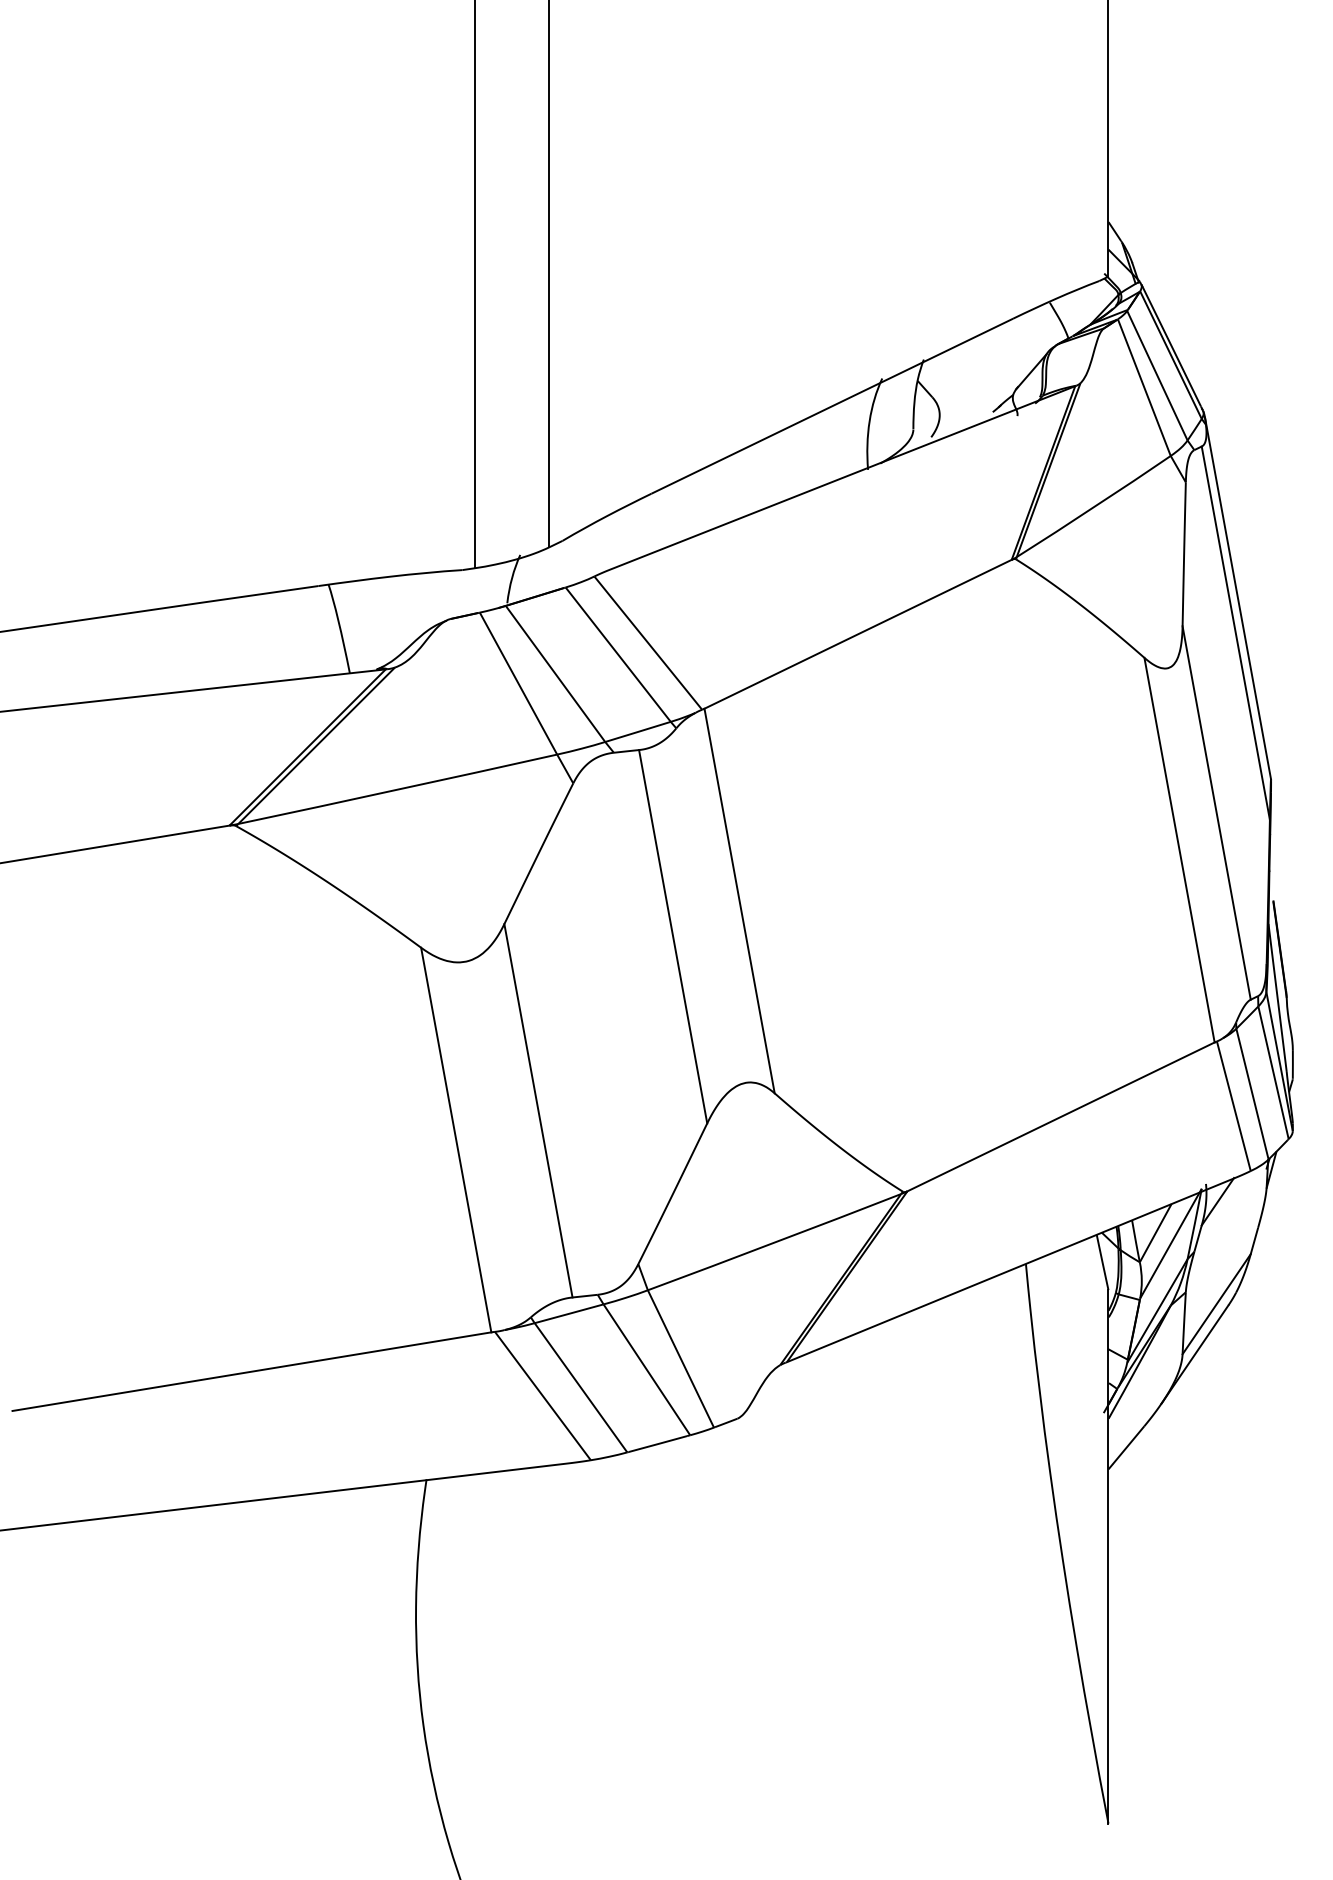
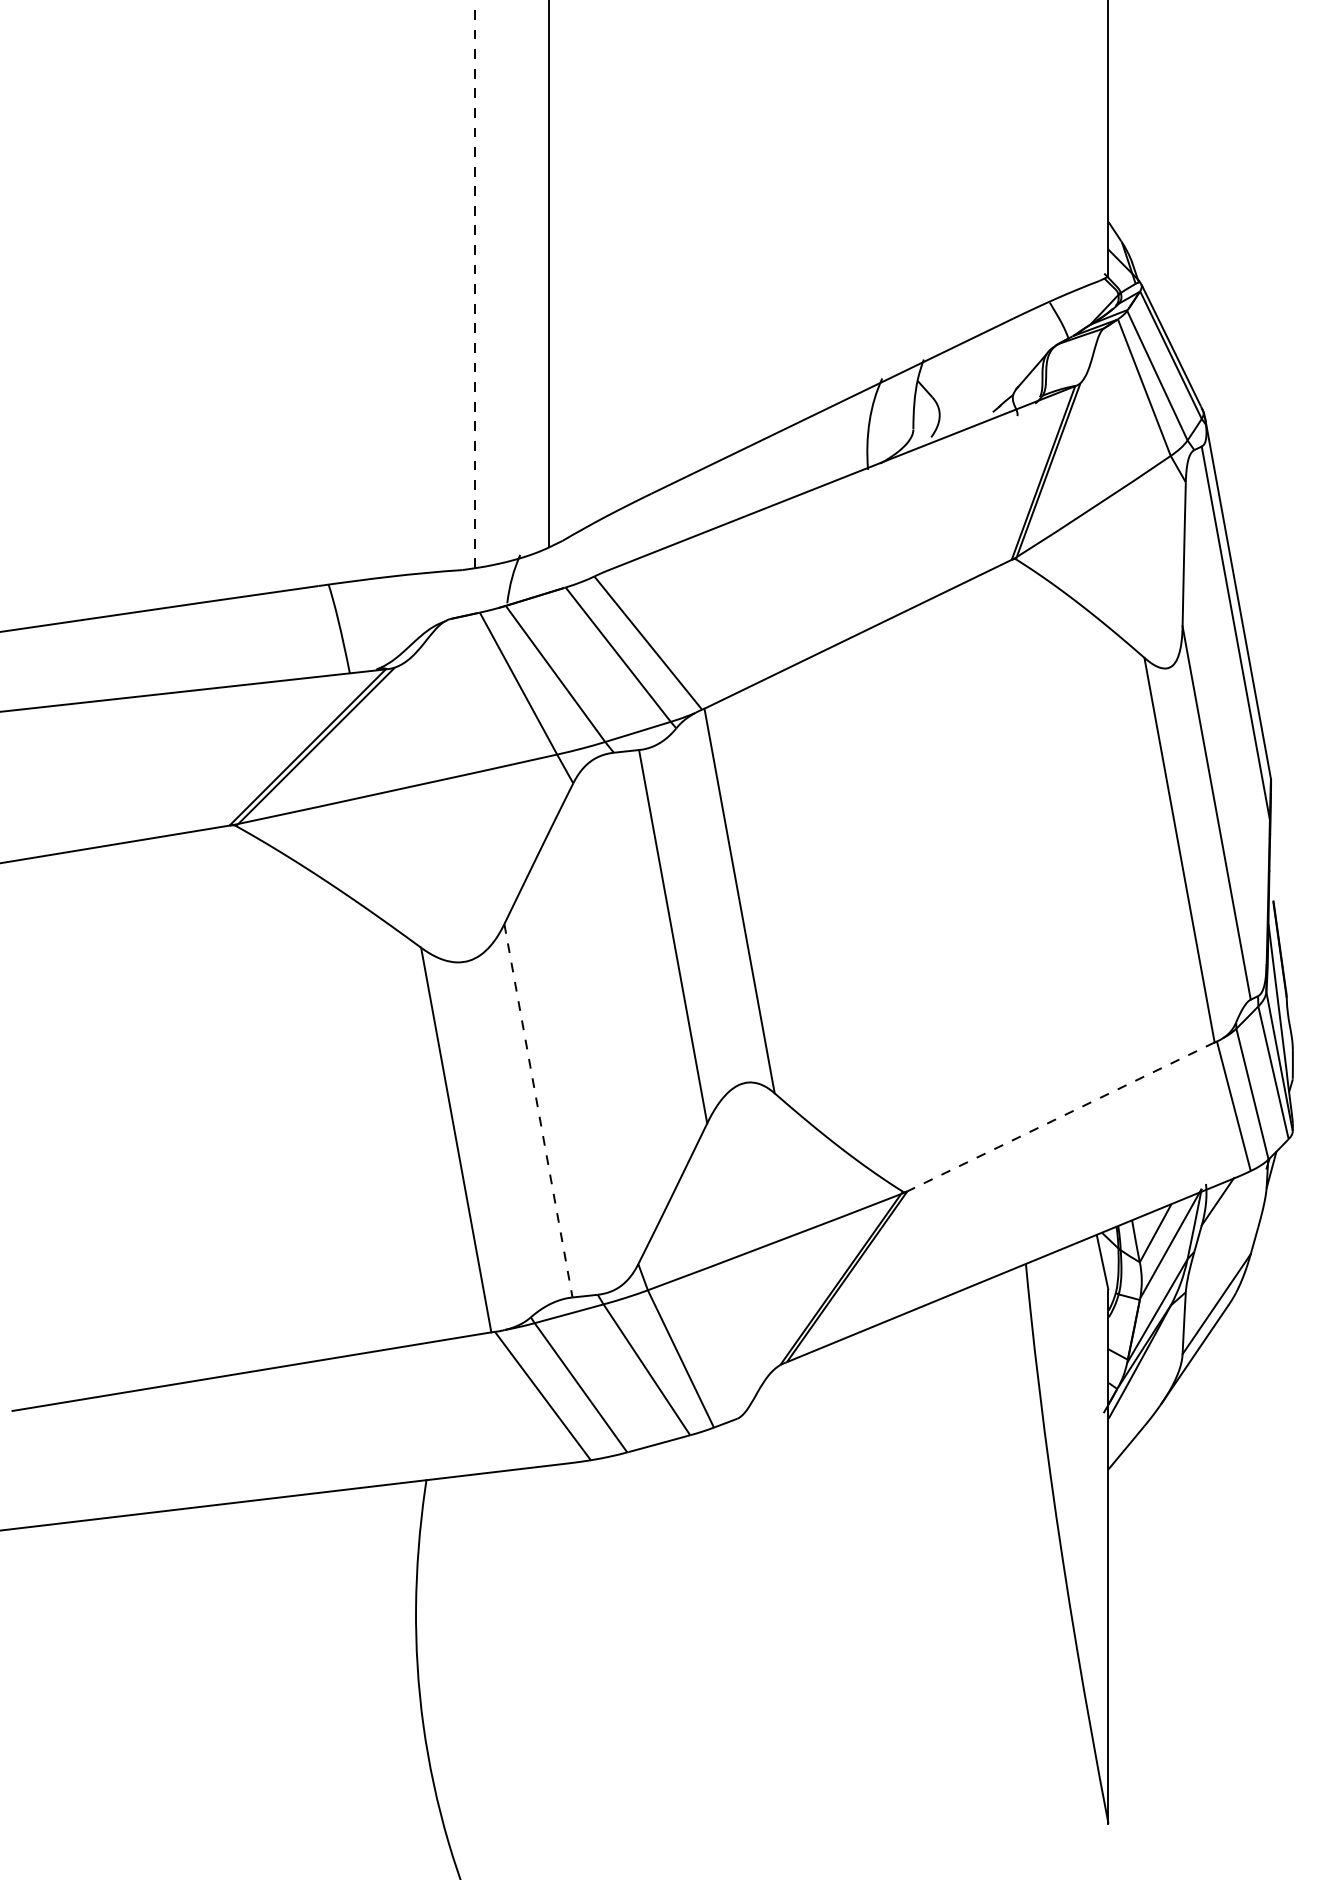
line at (474, 284): solid -> dashed
line at (538, 1110): solid -> dashed
line at (1061, 1116): solid -> dashed
